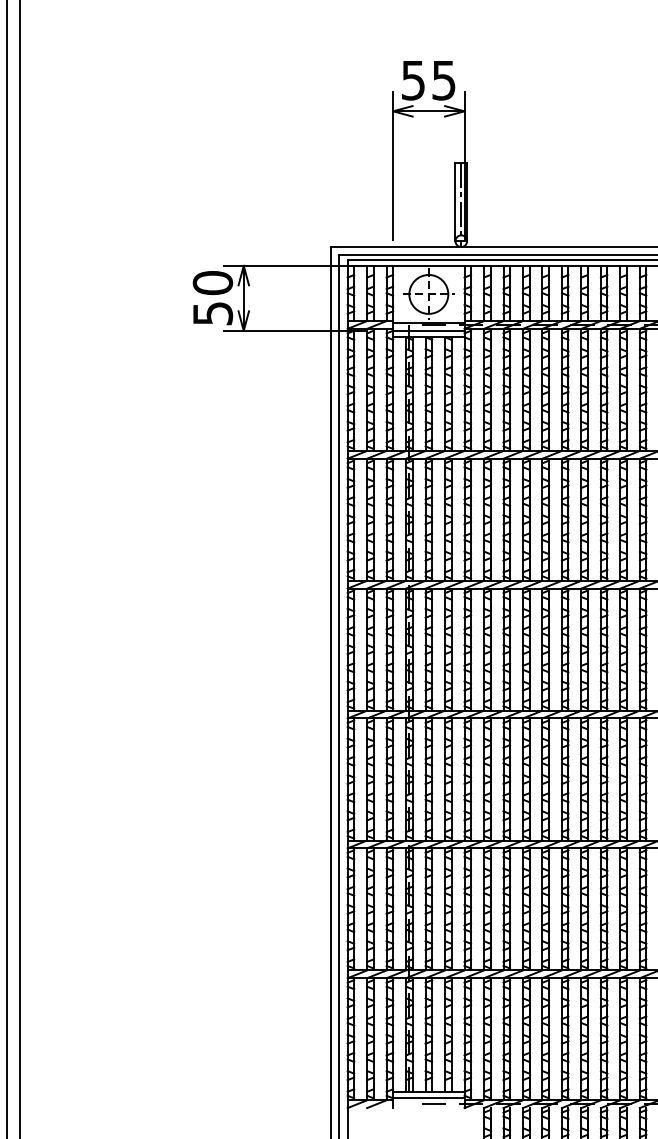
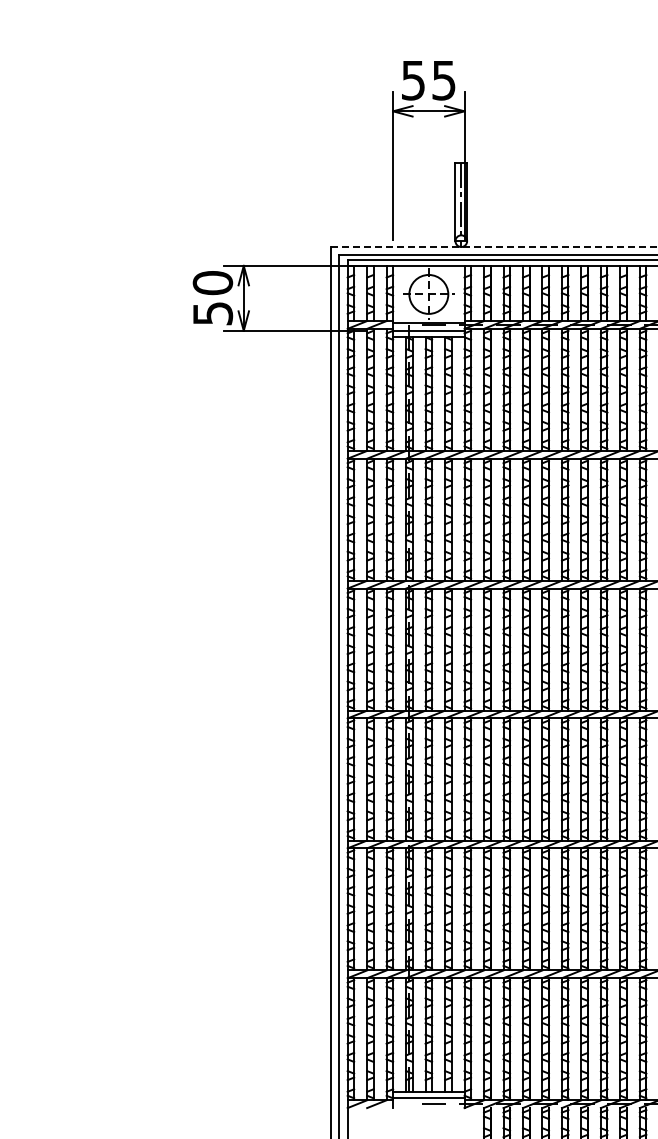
line at (494, 247): solid -> dashed
line at (6, 568): present -> none
line at (19, 568): present -> none
